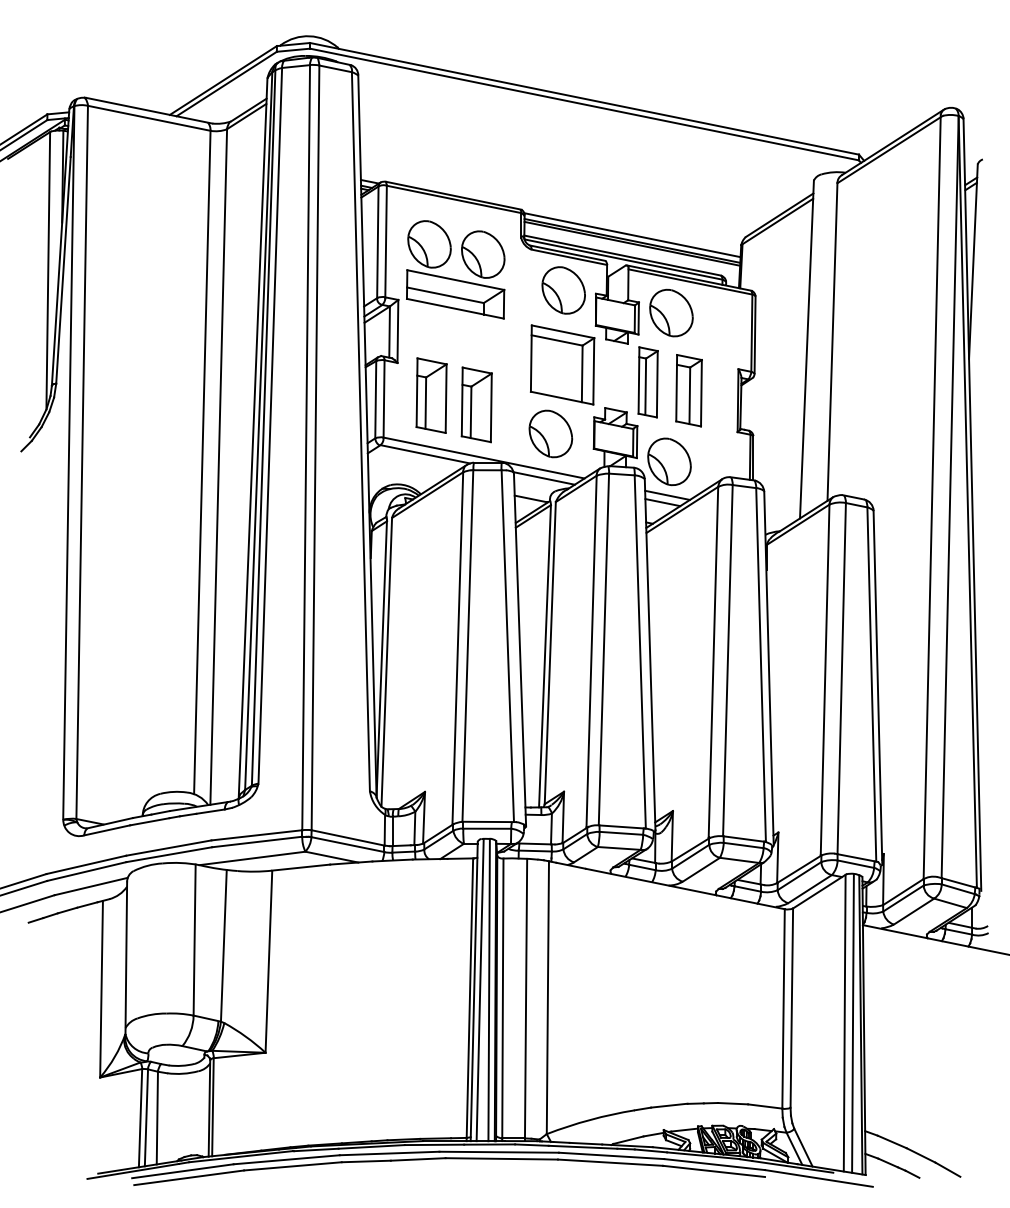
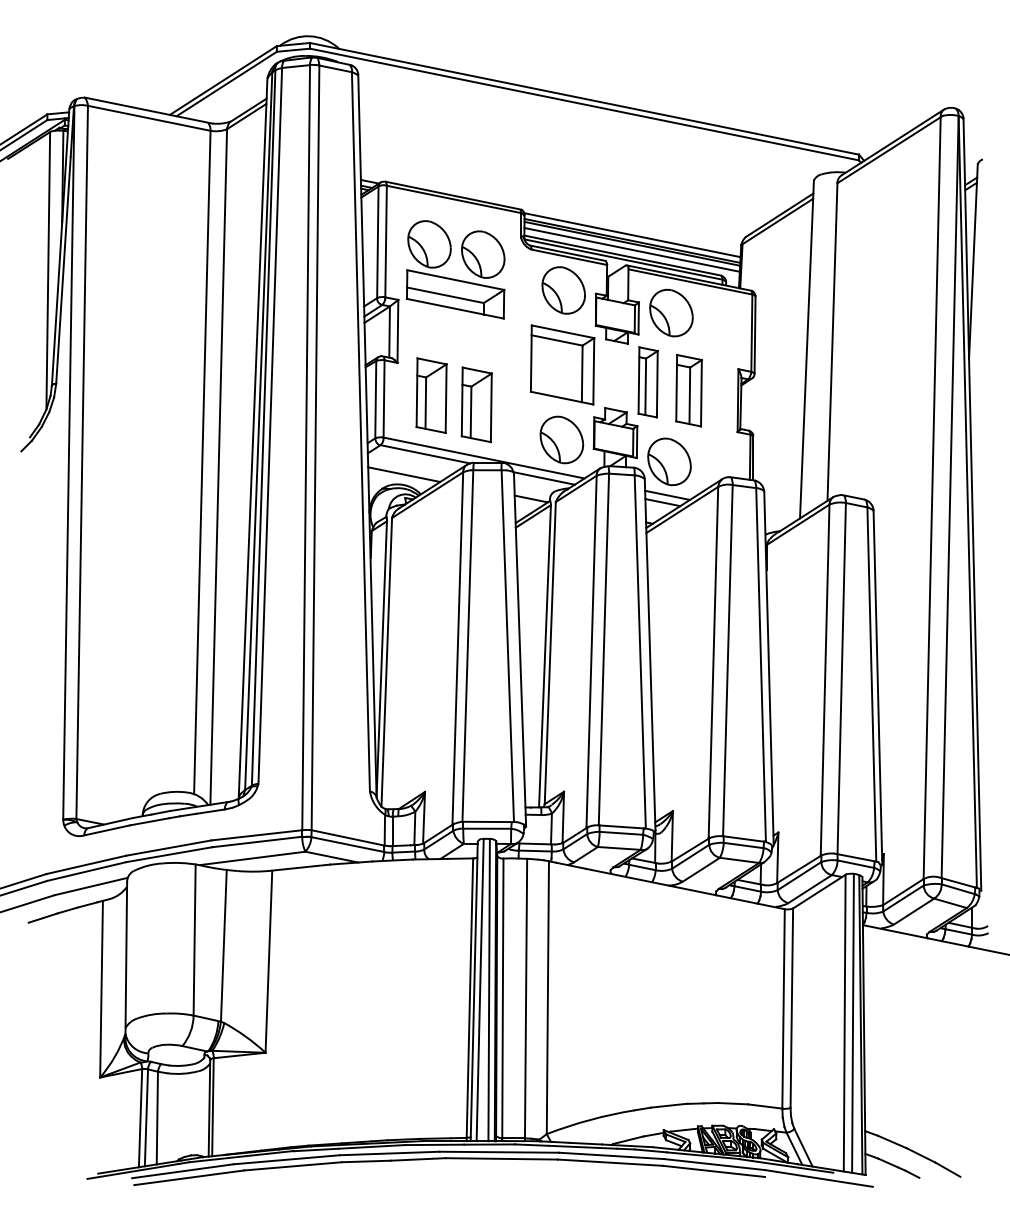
line at (631, 249): none -> present
part at (550, 433) position: (550, 433) -> (561, 439)
line at (404, 474): none -> present
